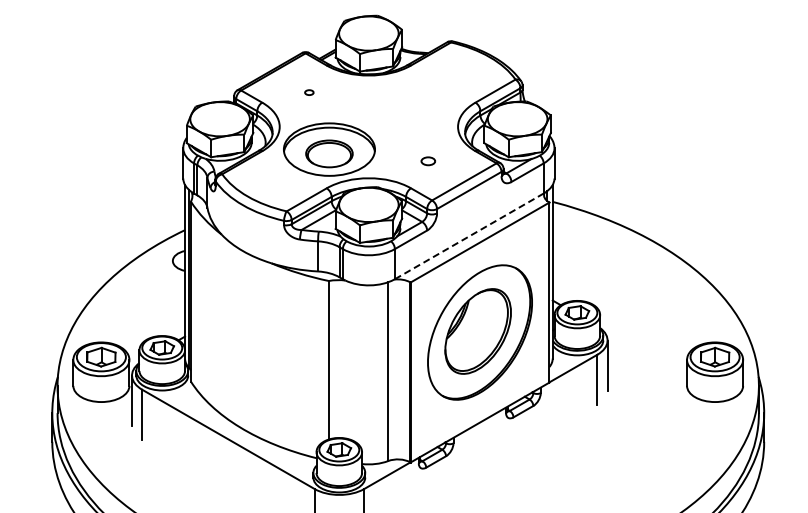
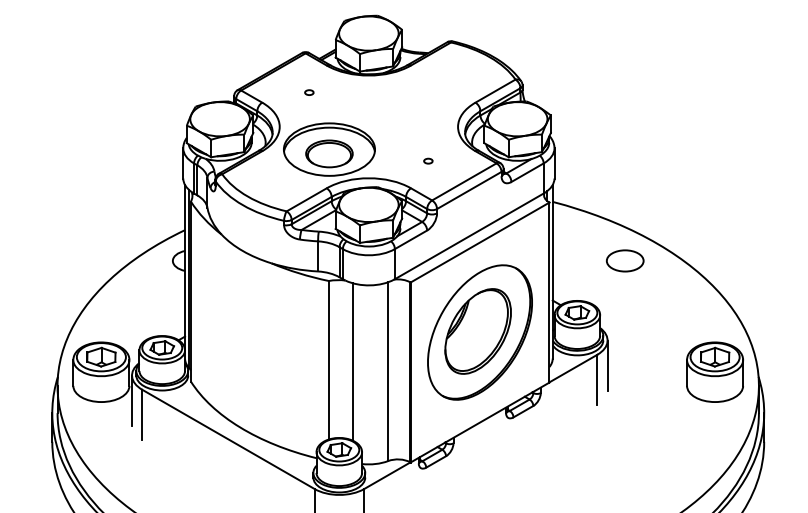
part at (427, 161) size: 16x11 px -> 11x8 px
line at (469, 236): dashed -> solid
part at (625, 260): none -> present
line at (352, 361): none -> present
